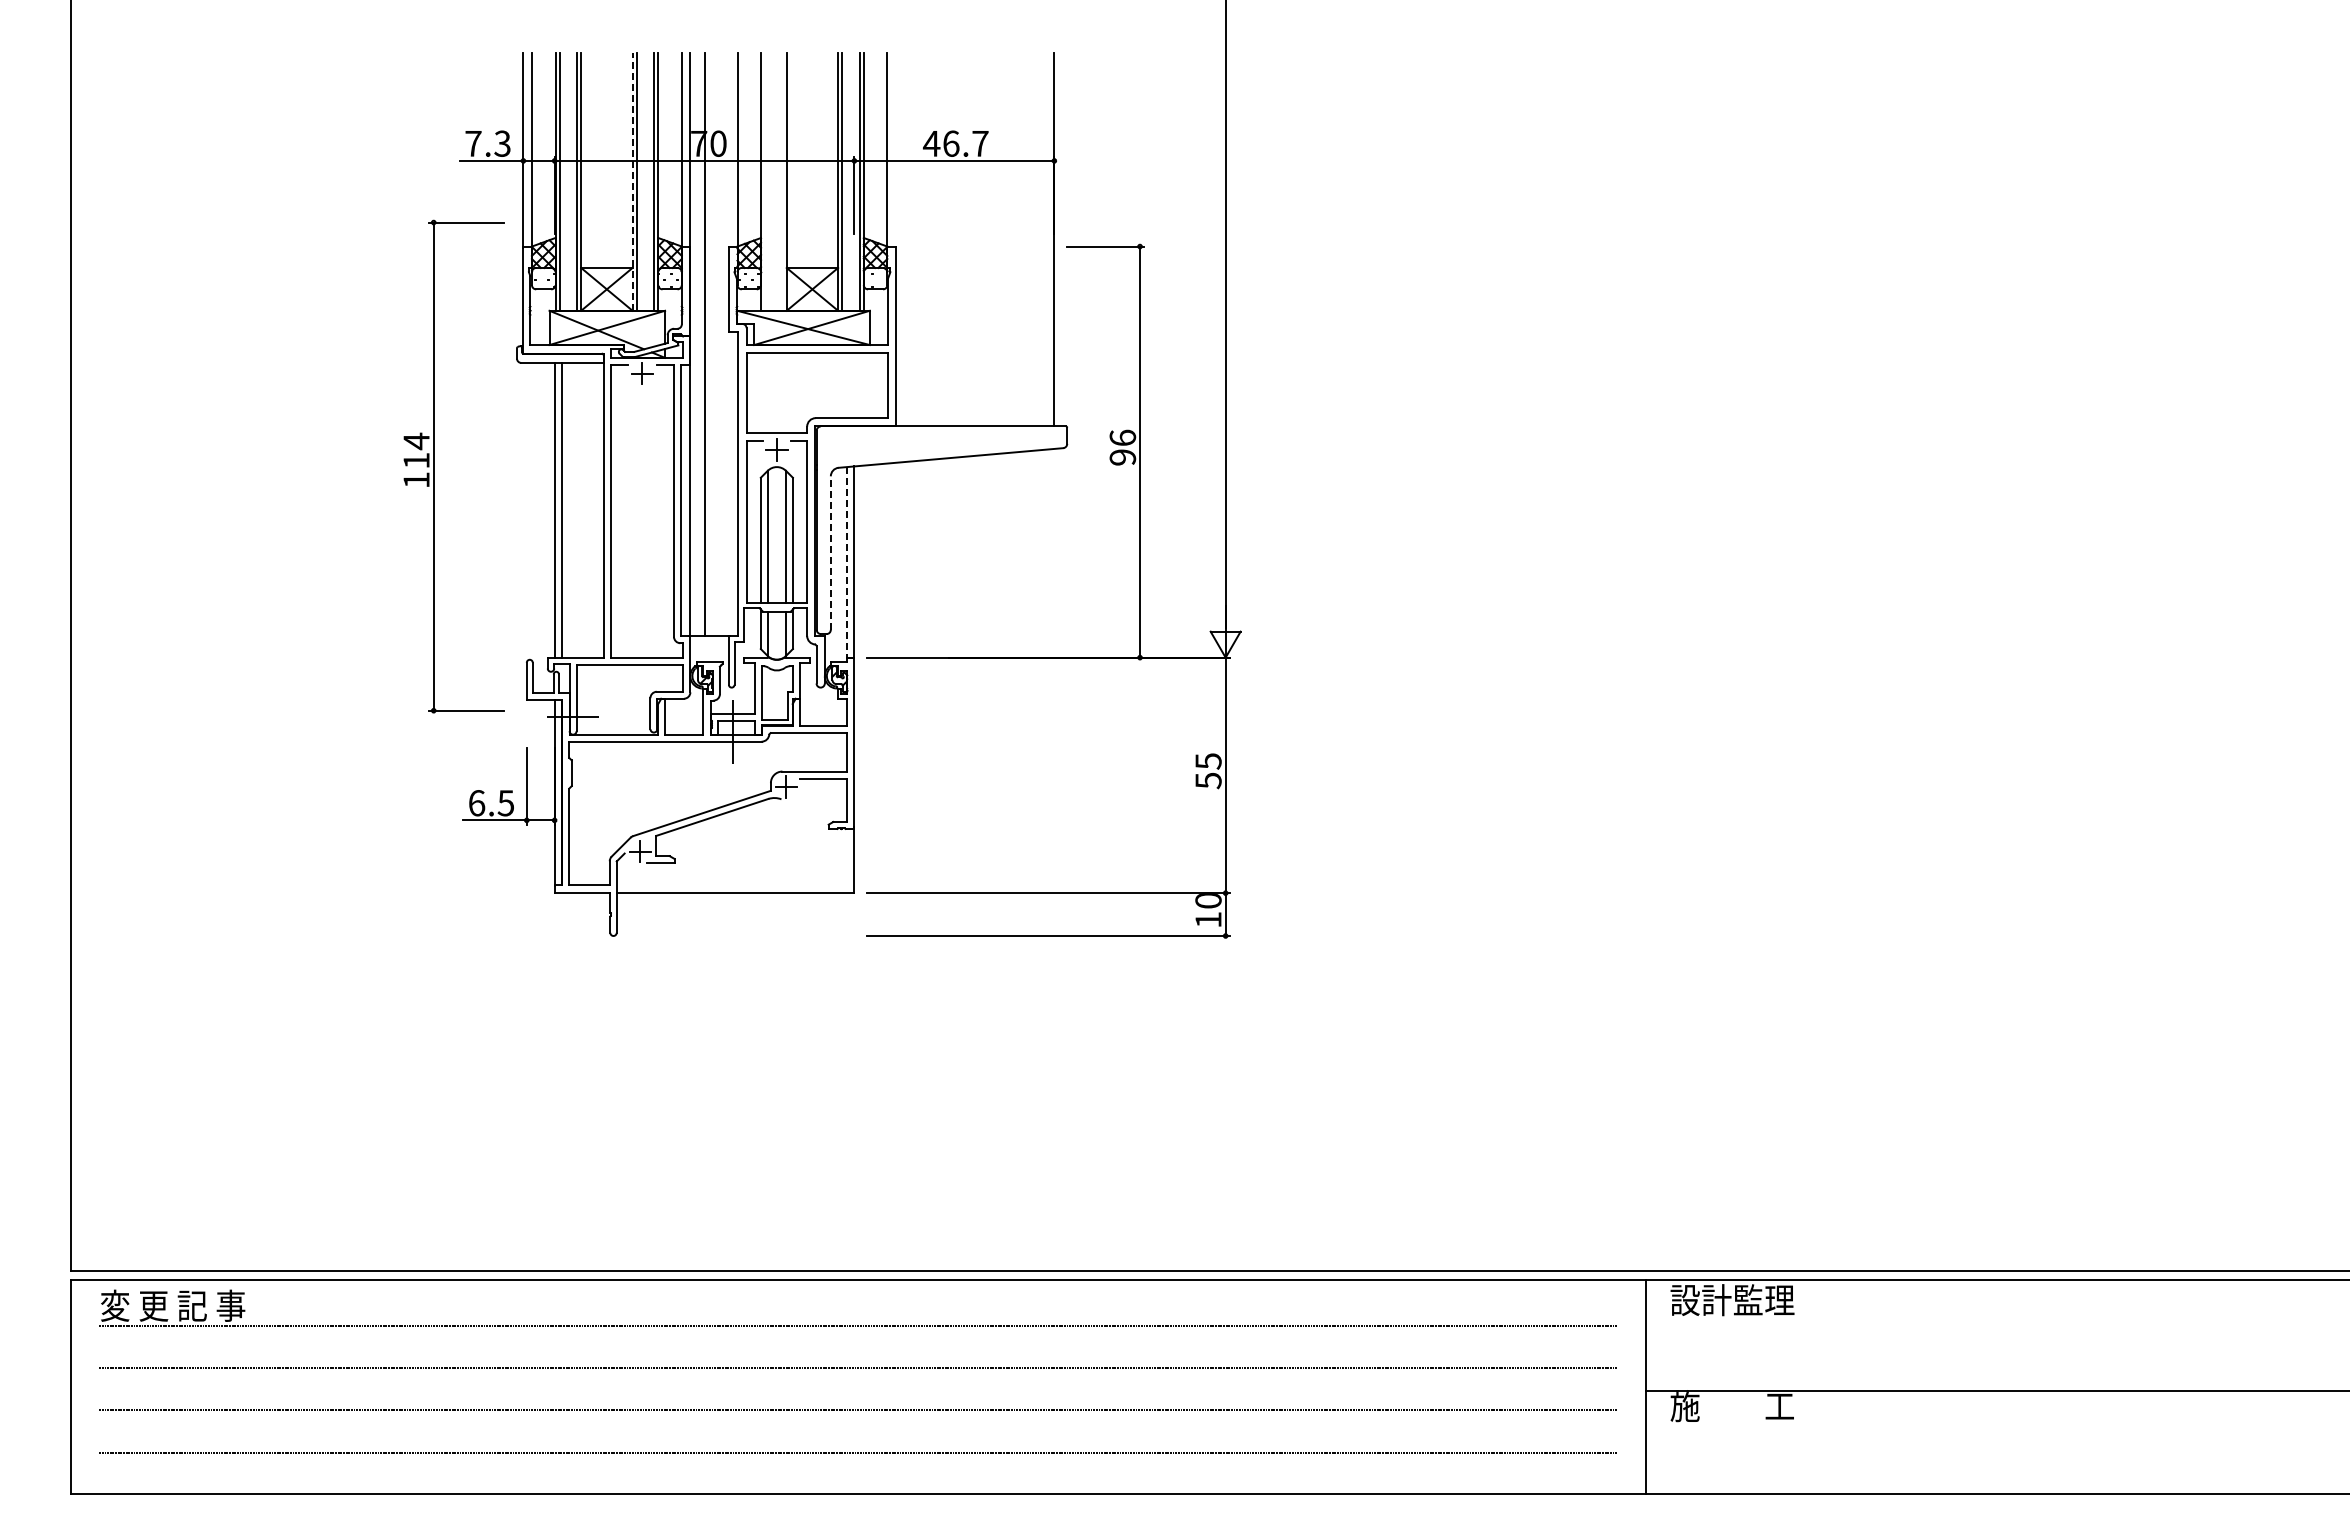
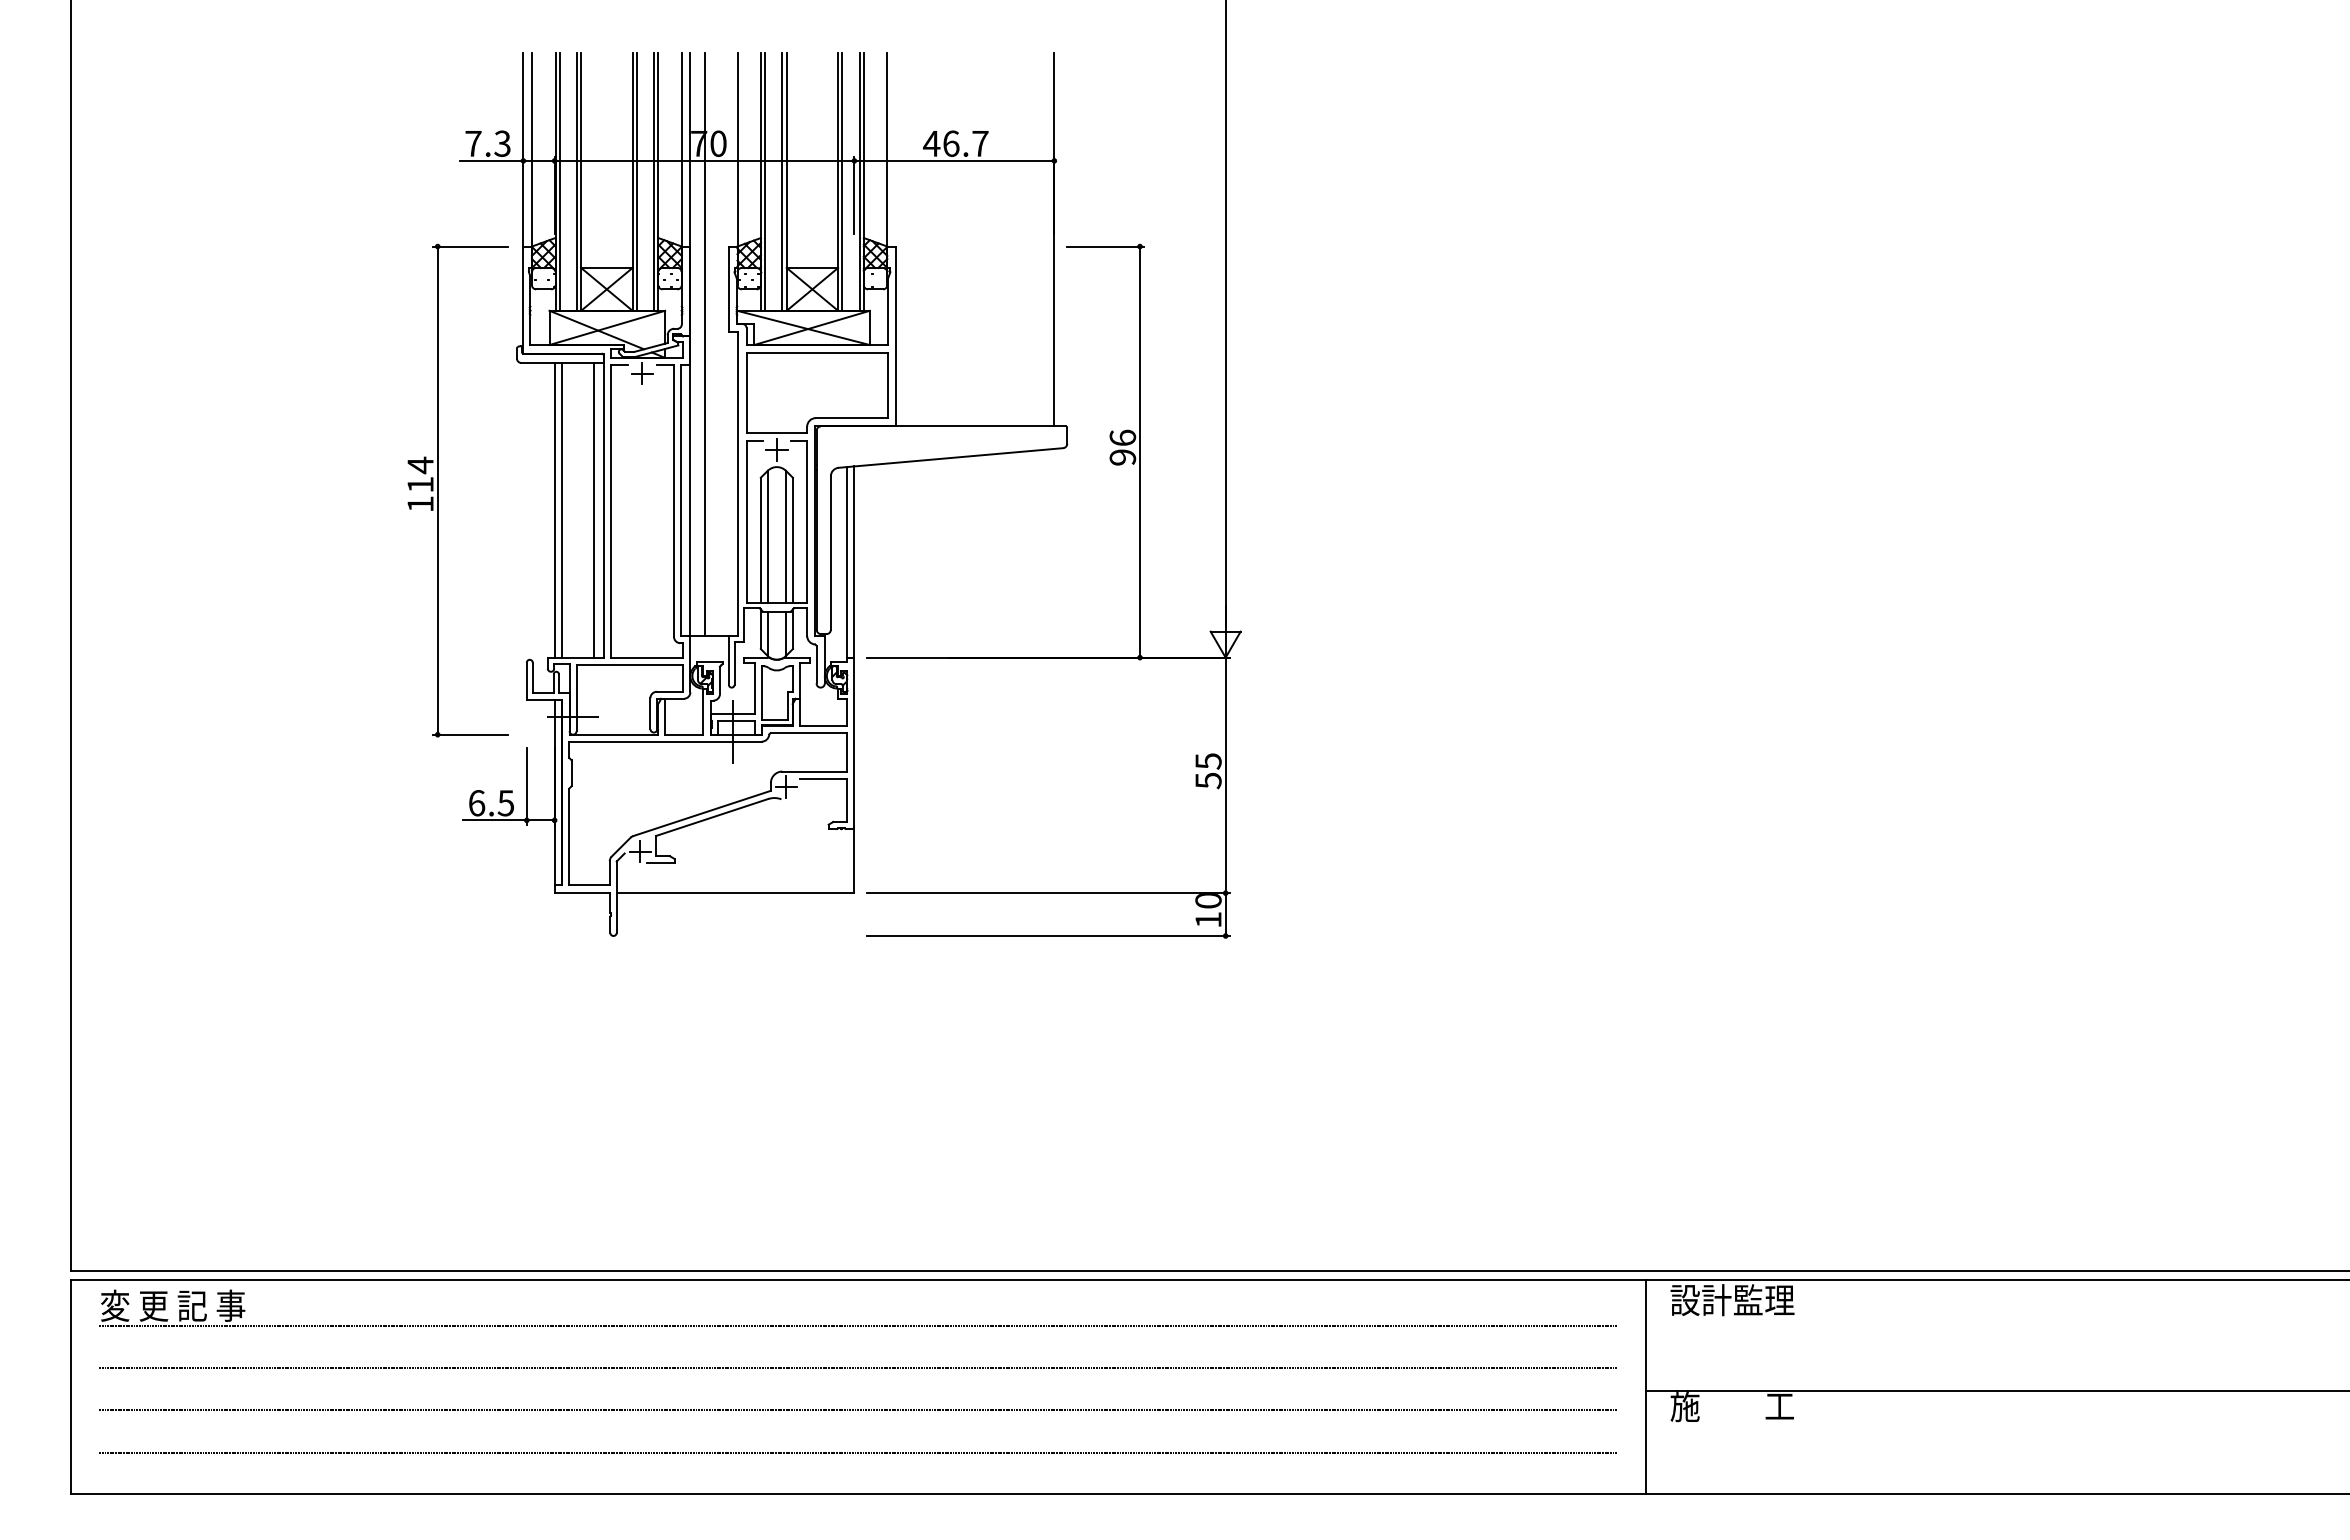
line at (632, 181): dashed -> solid
line at (765, 181): none -> present
line at (782, 181): none -> present
part at (434, 466) position: (434, 466) -> (438, 490)
line at (594, 509): none -> present
line at (830, 553): dashed -> solid
line at (847, 562): dashed -> solid
